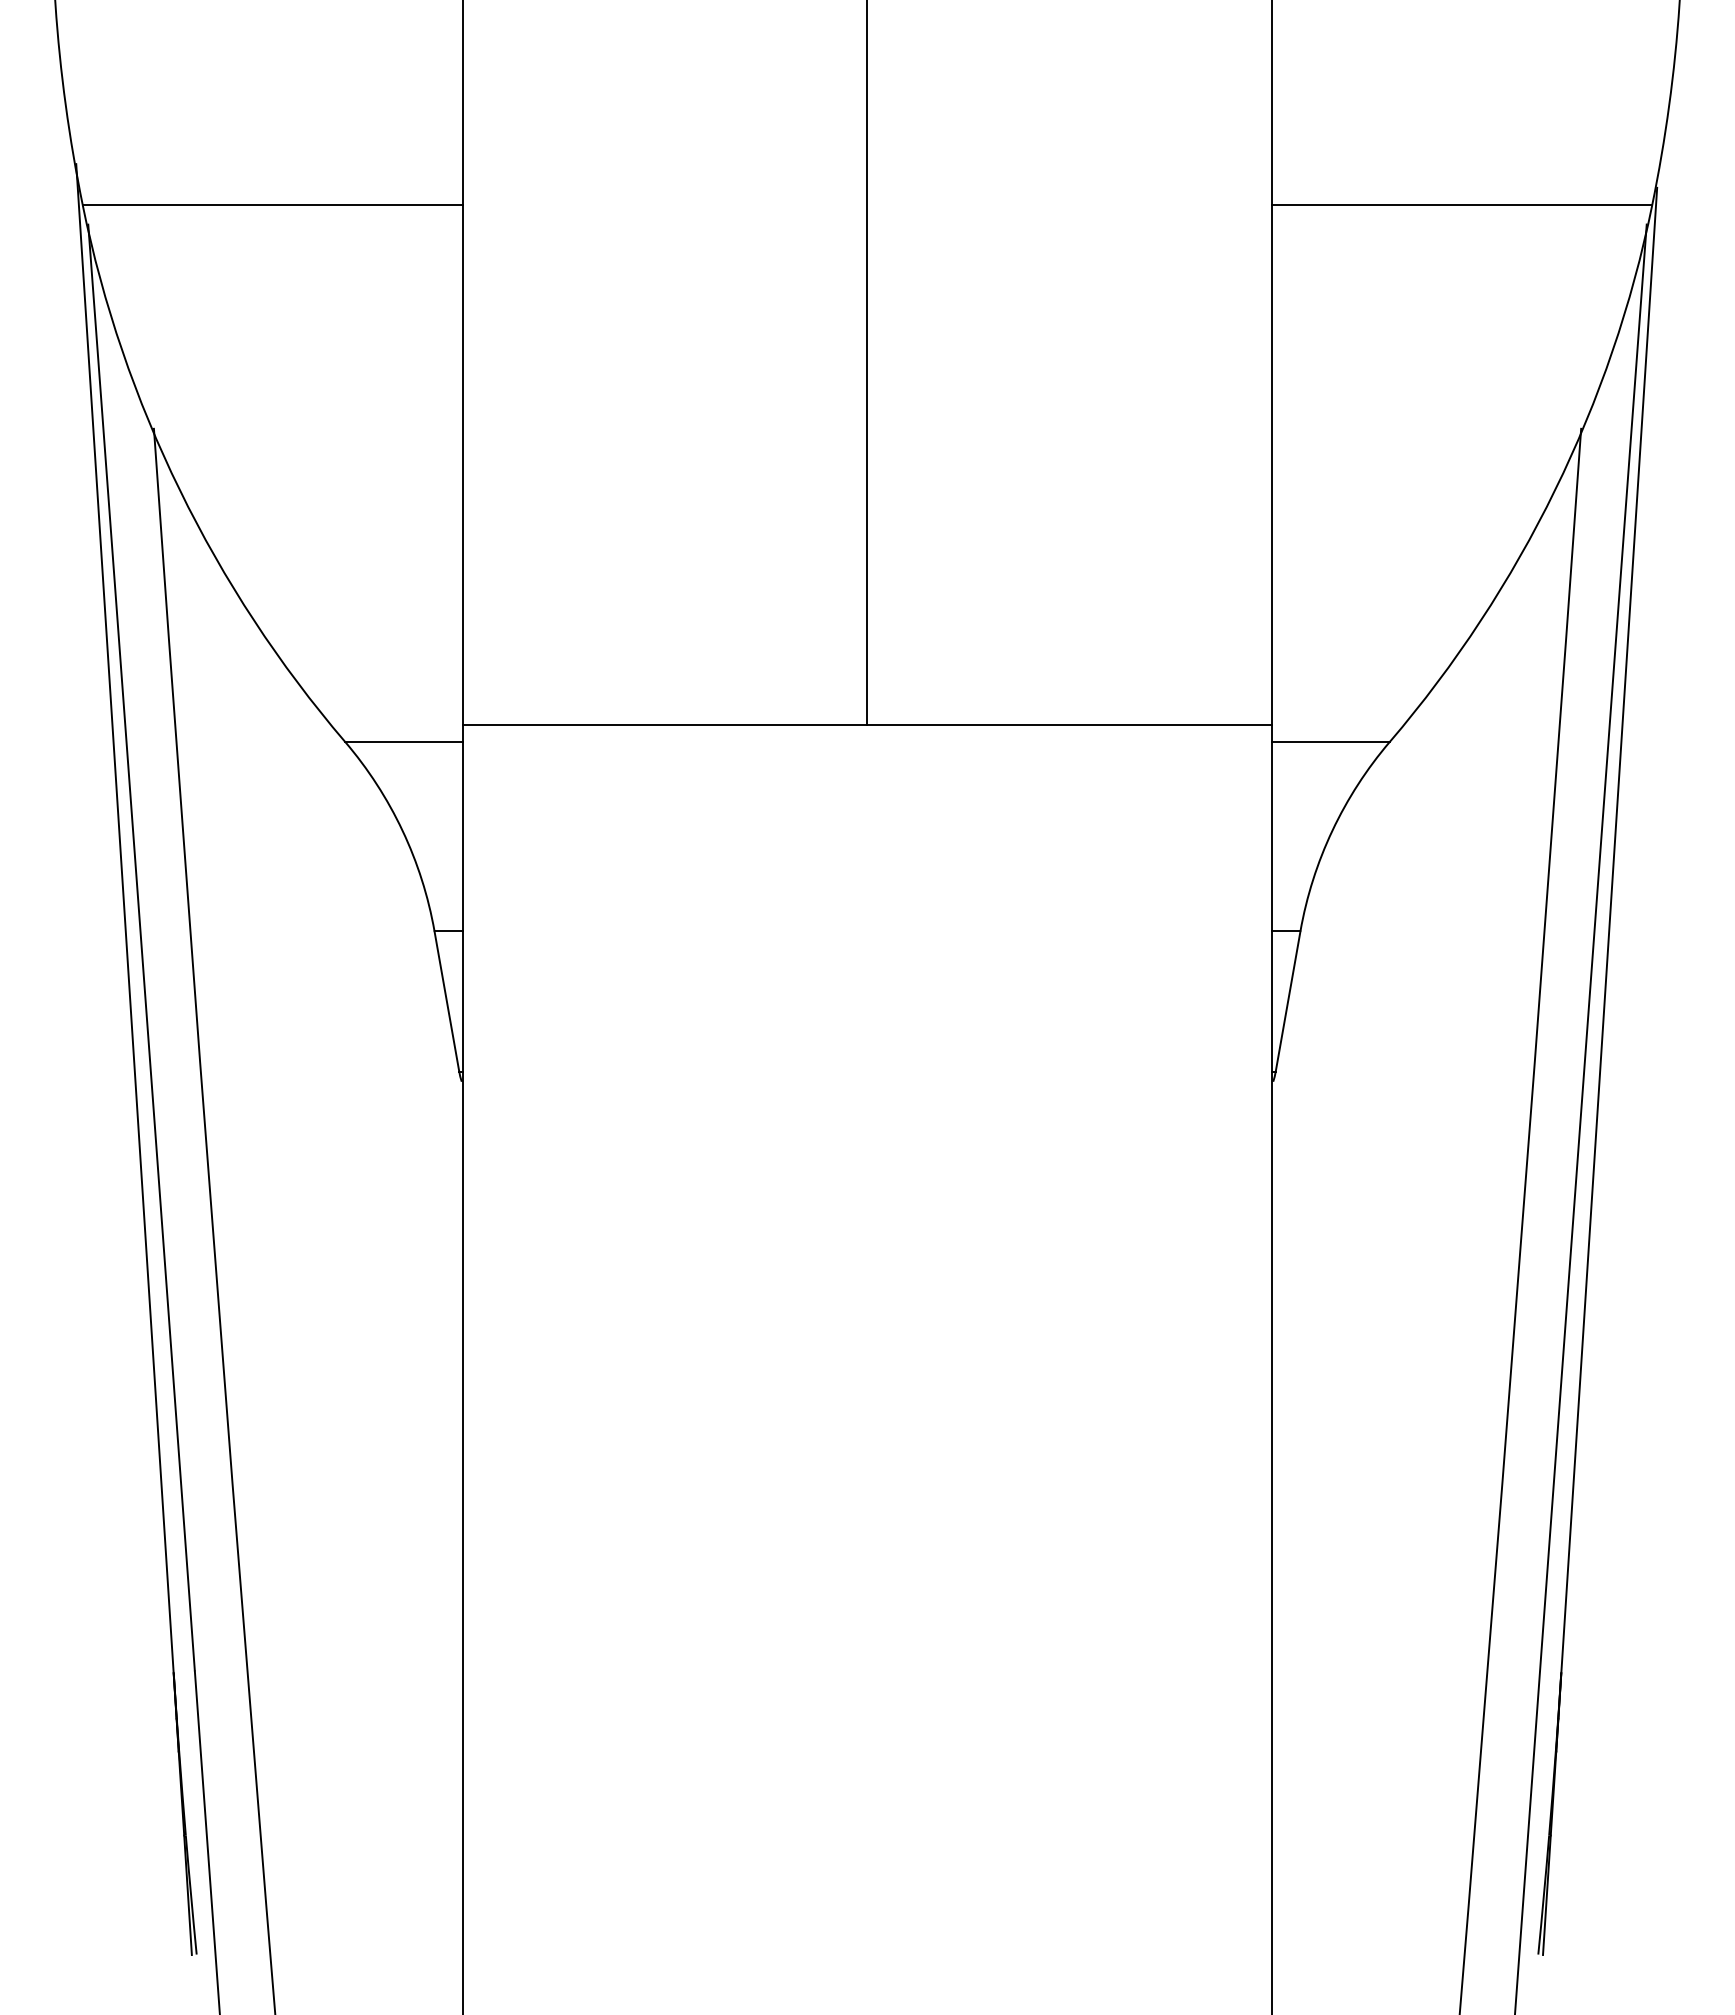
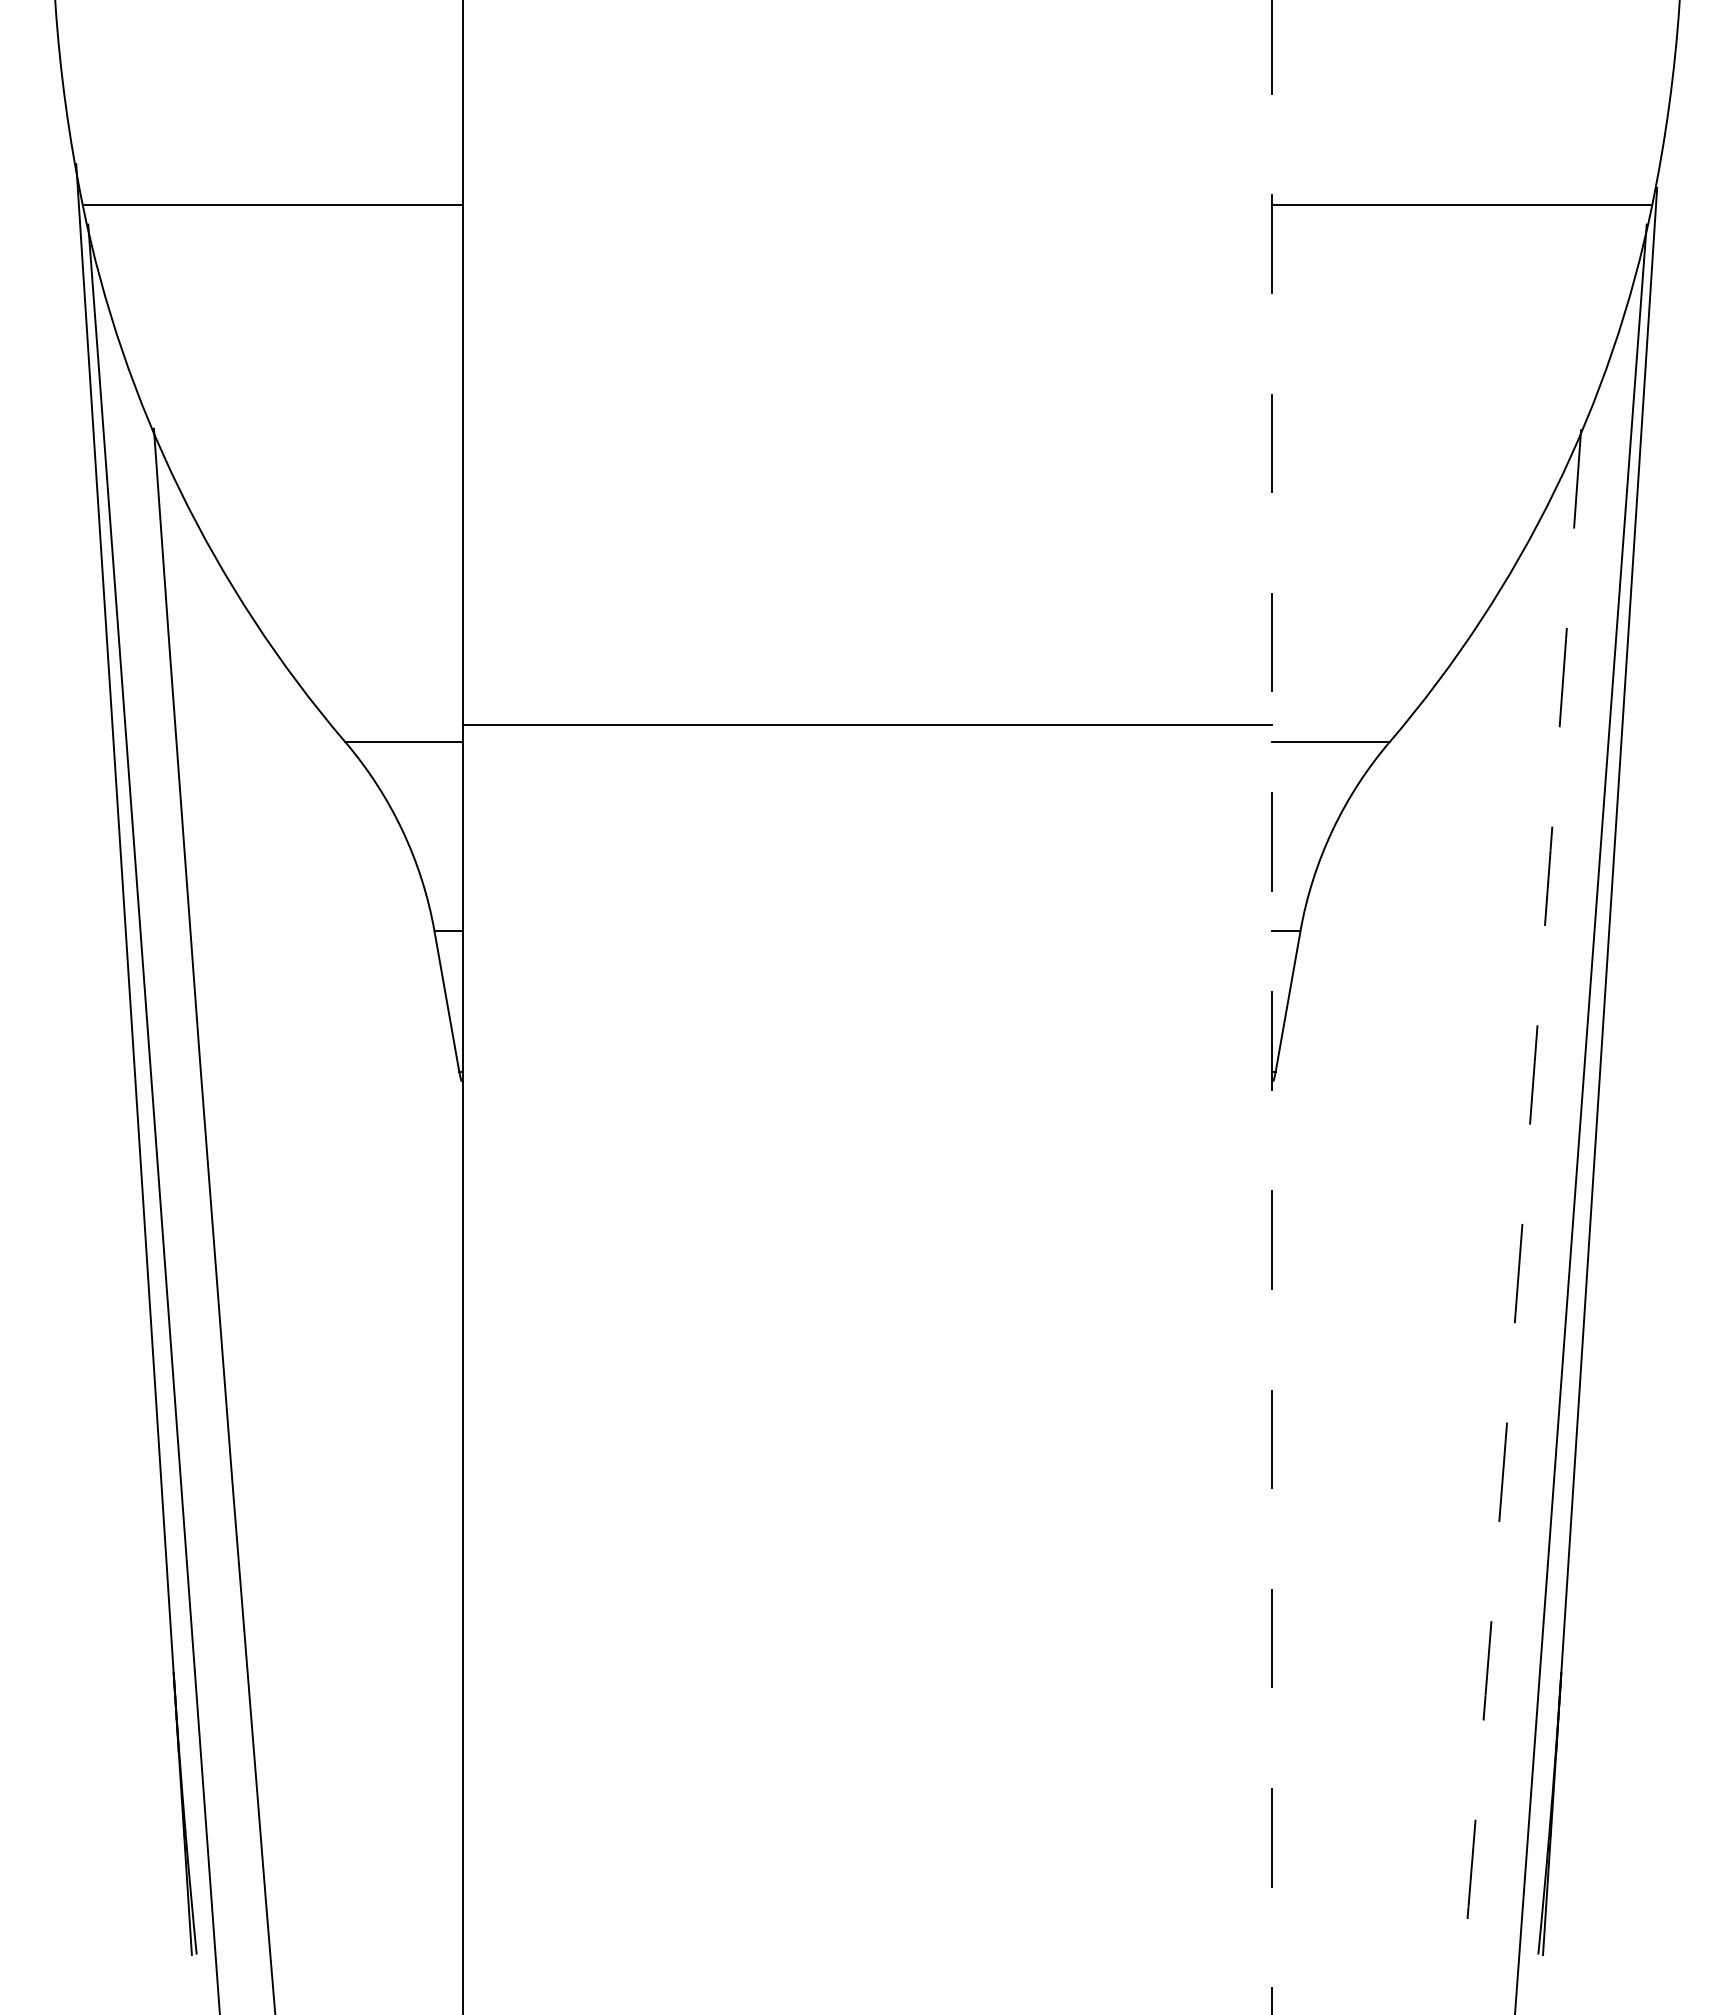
line at (867, 363): present -> none
line at (1272, 1007): solid -> dashed
arc at (1522, 1221): solid -> dashed
